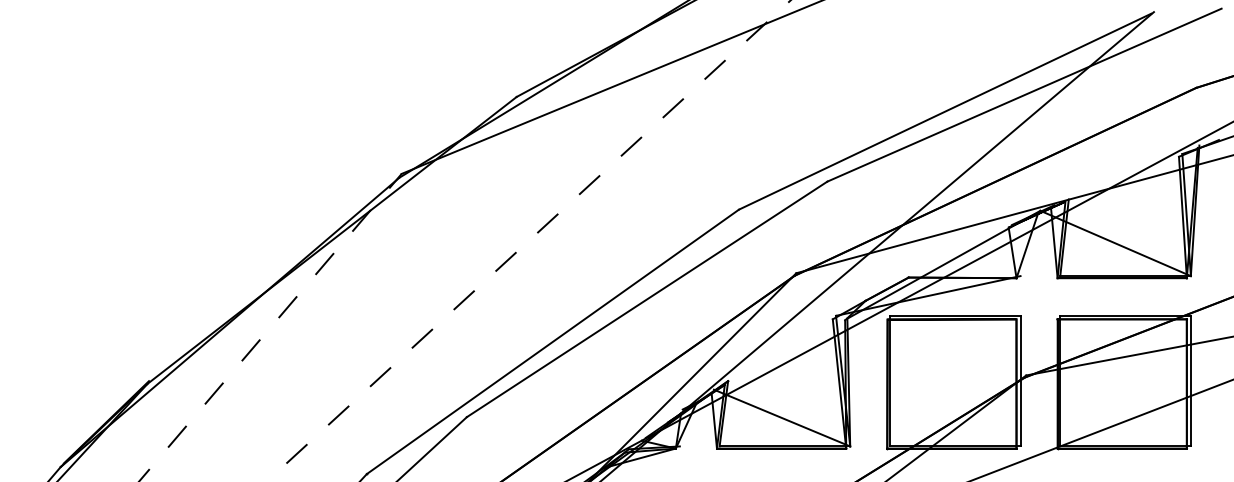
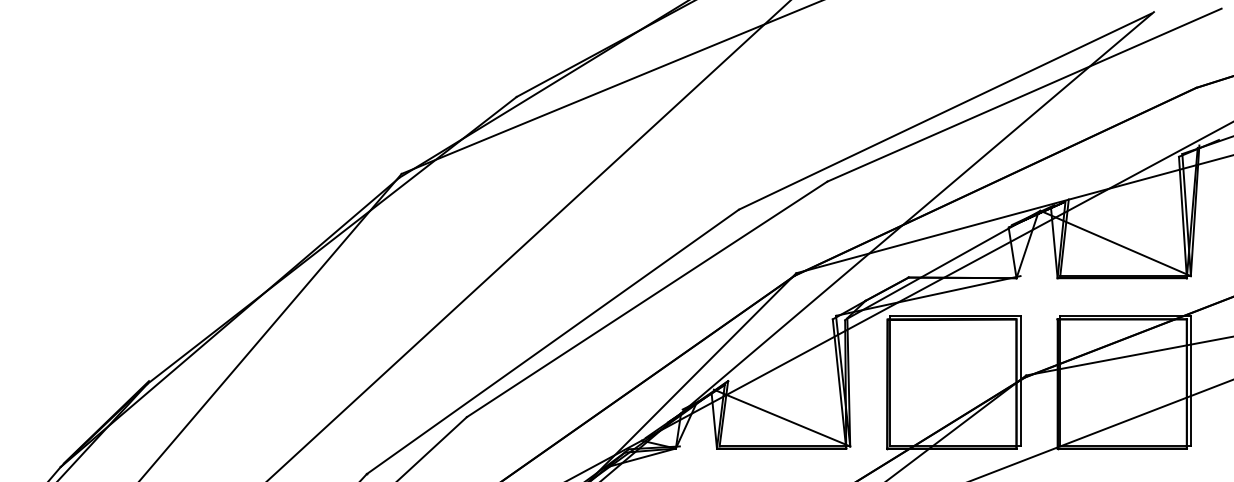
line at (529, 240): dashed -> solid
line at (270, 327): dashed -> solid
